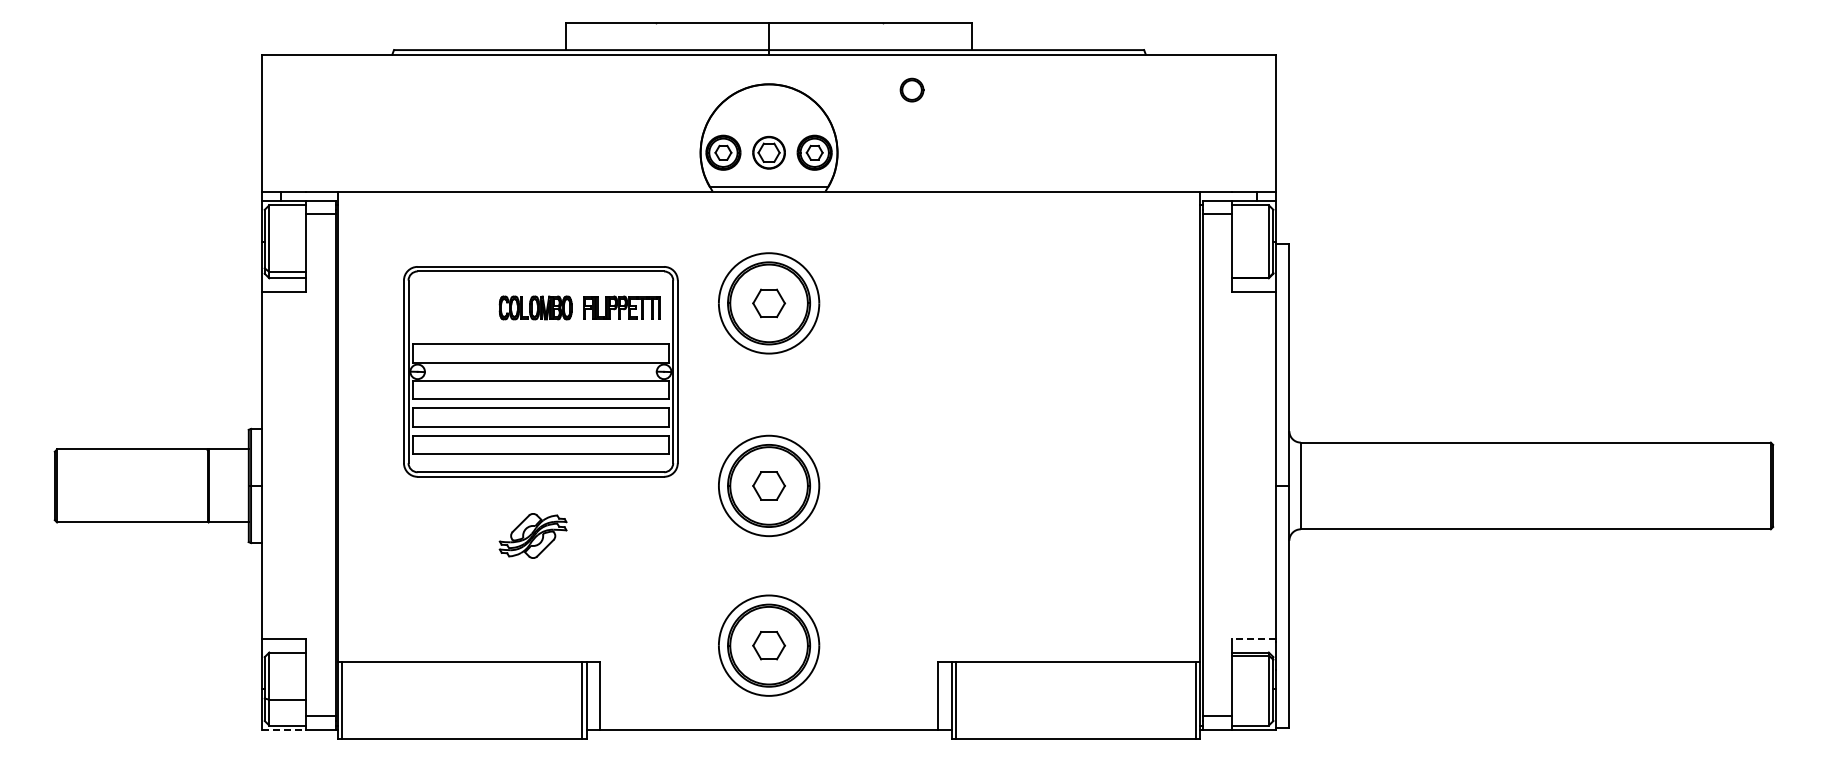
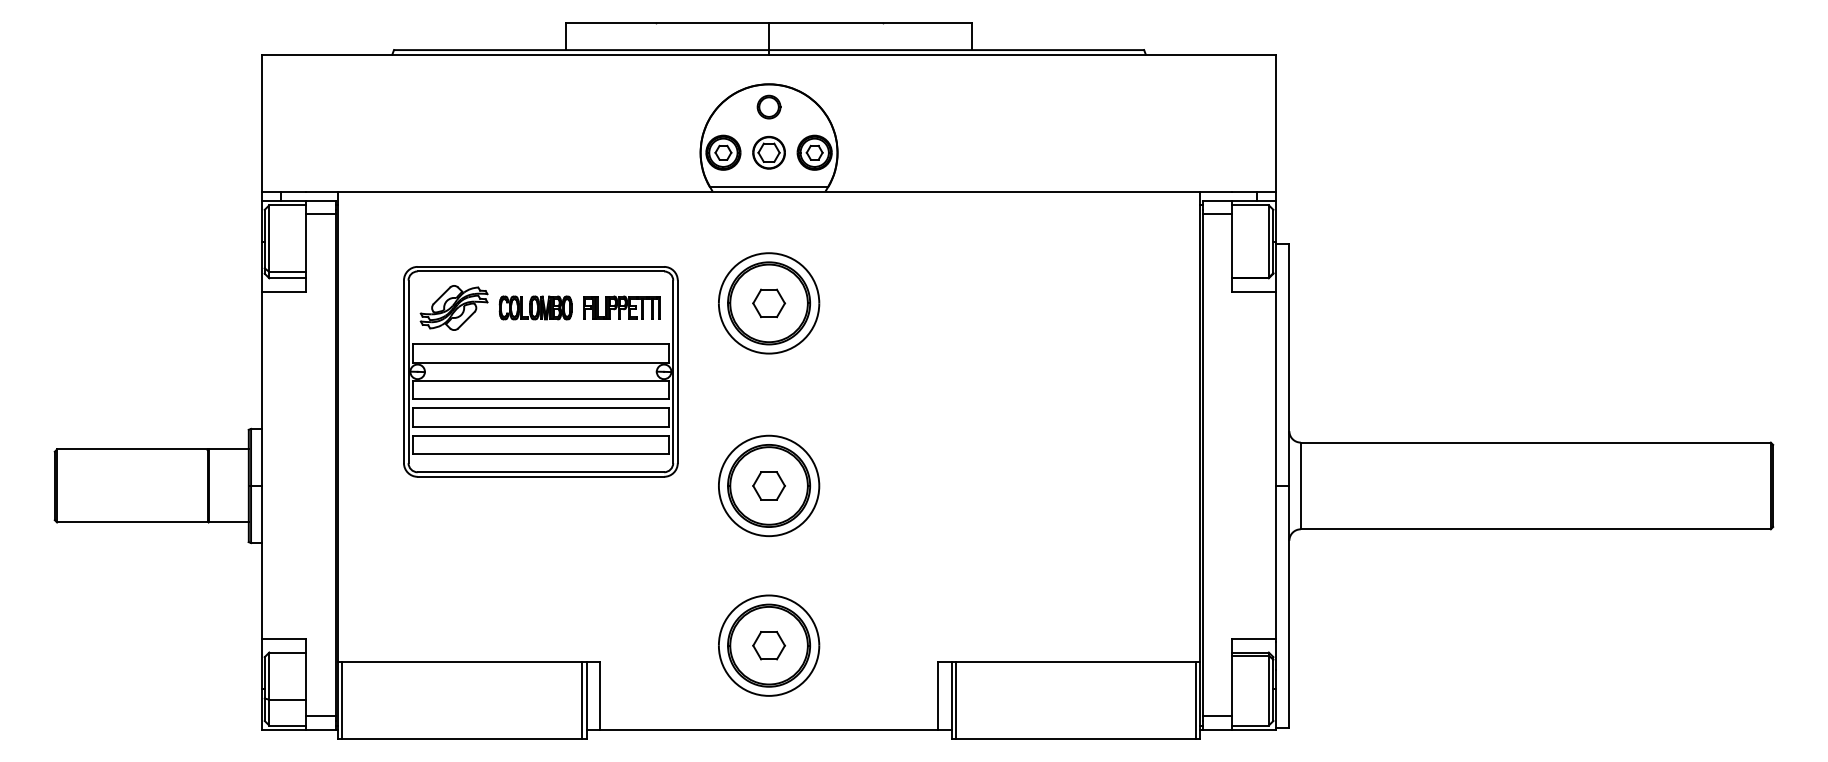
part at (911, 89) position: (911, 89) -> (768, 106)
part at (532, 535) position: (532, 535) -> (453, 307)
line at (1254, 638): dashed -> solid
line at (284, 730): dashed -> solid
